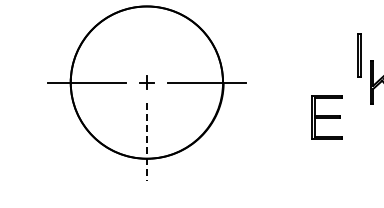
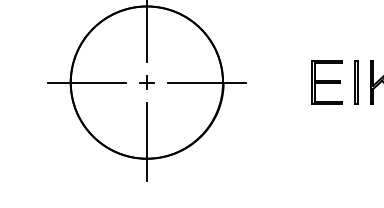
line at (146, 31): none -> present
line at (358, 55) position: (358, 55) -> (355, 82)
part at (326, 117) position: (326, 117) -> (326, 82)
line at (146, 142): dashed -> solid
